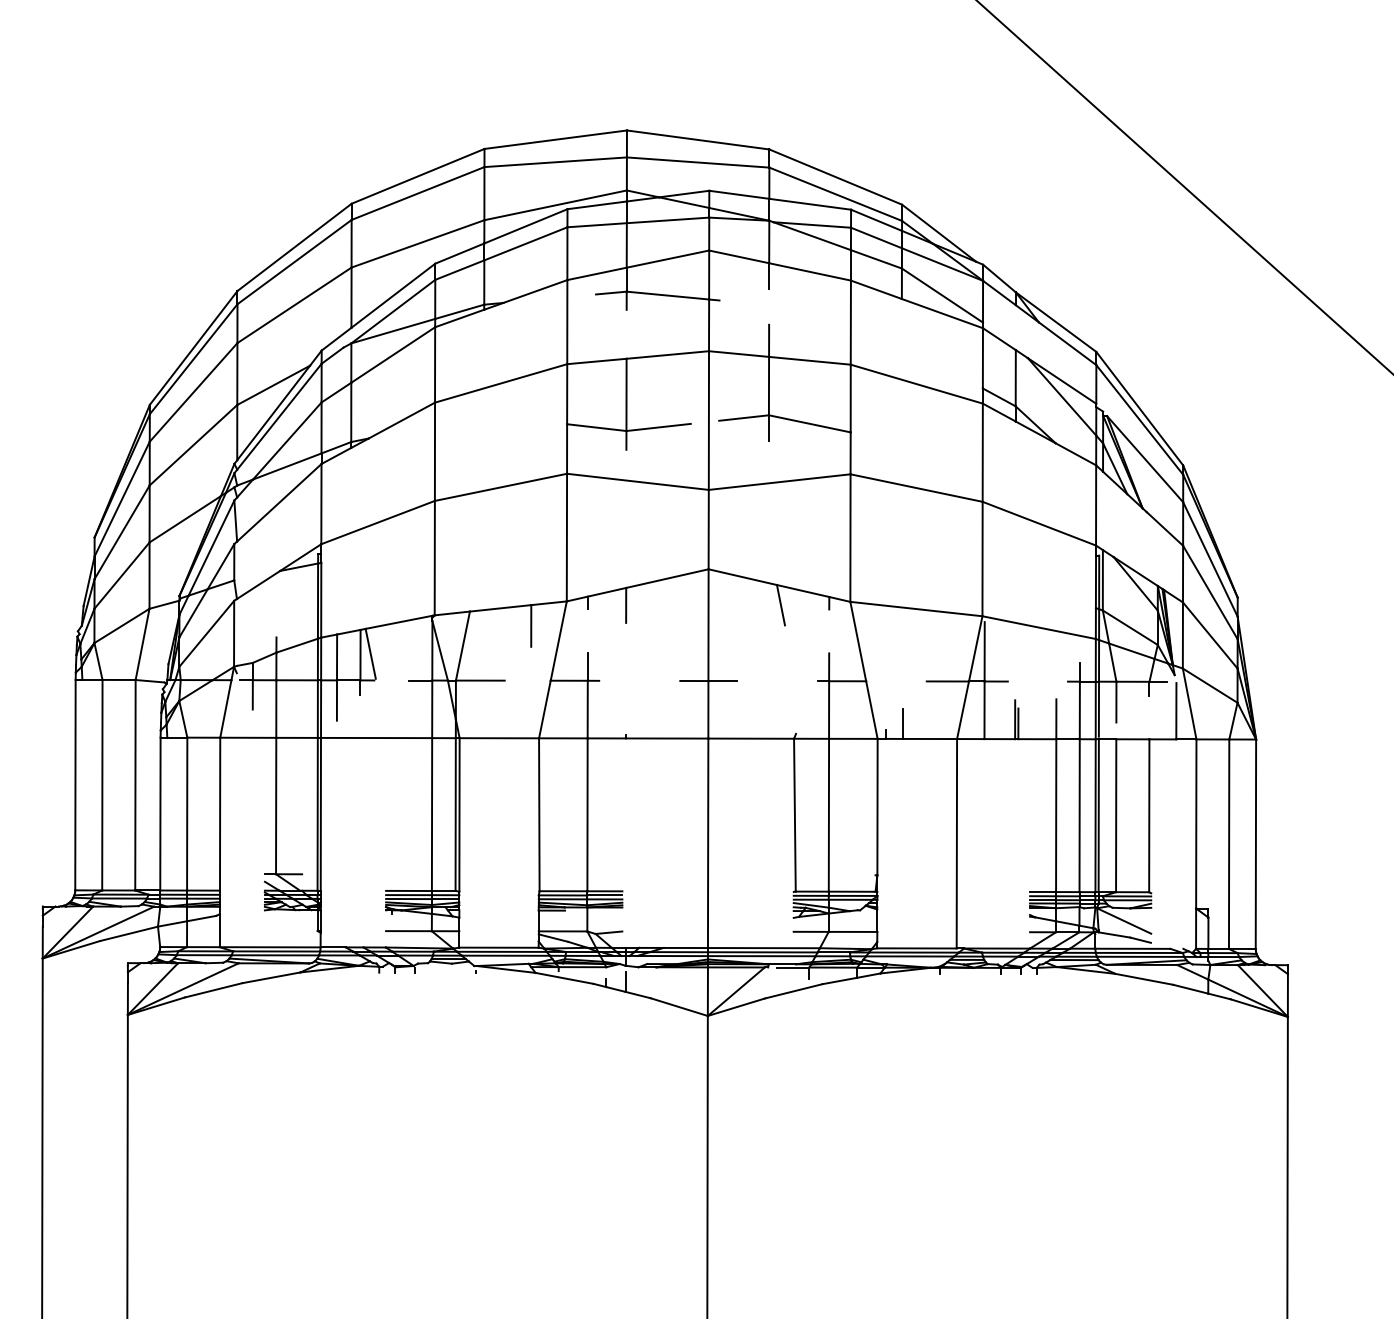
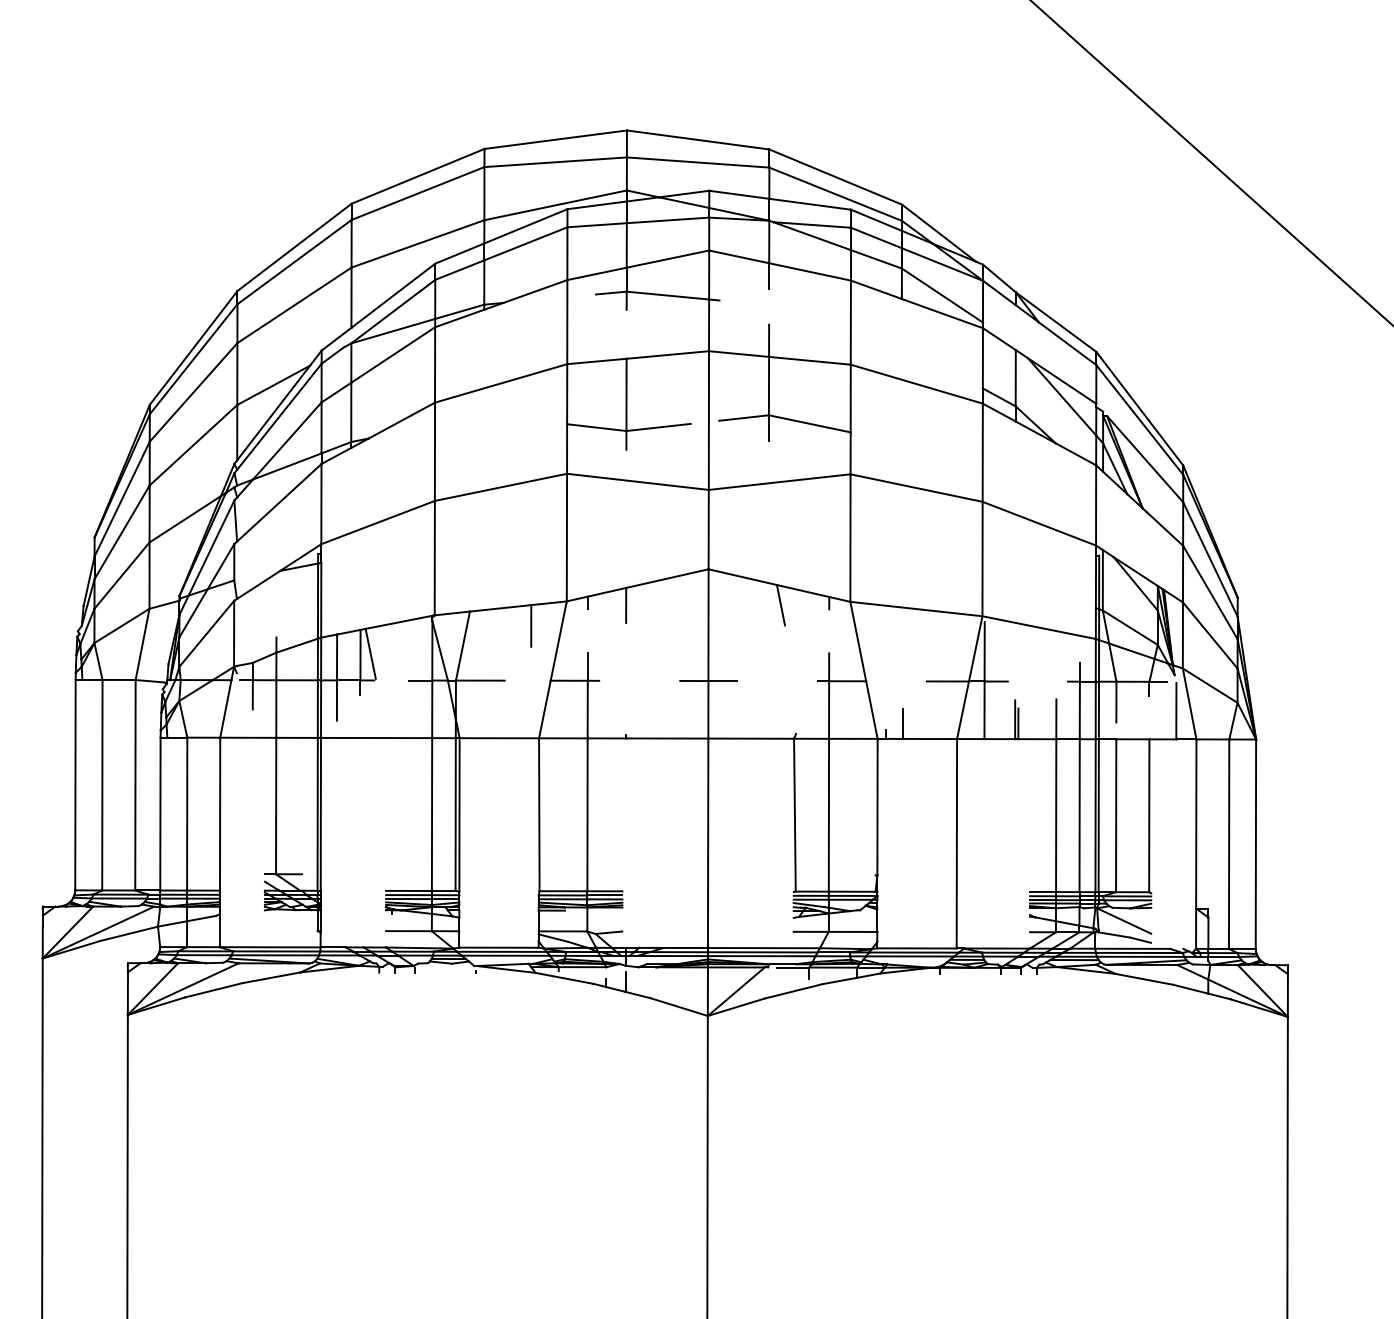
line at (1184, 187) position: (1184, 187) -> (1211, 162)
